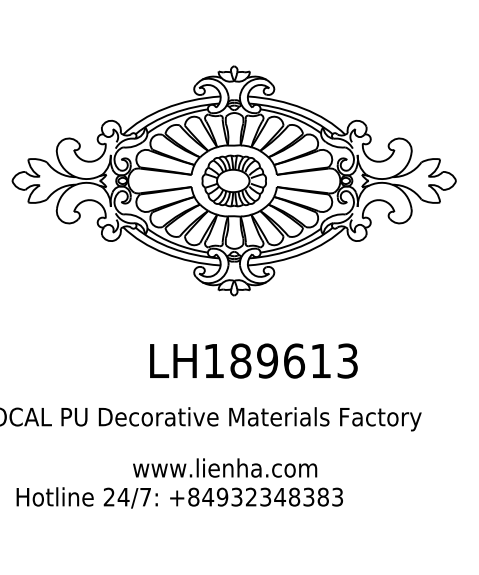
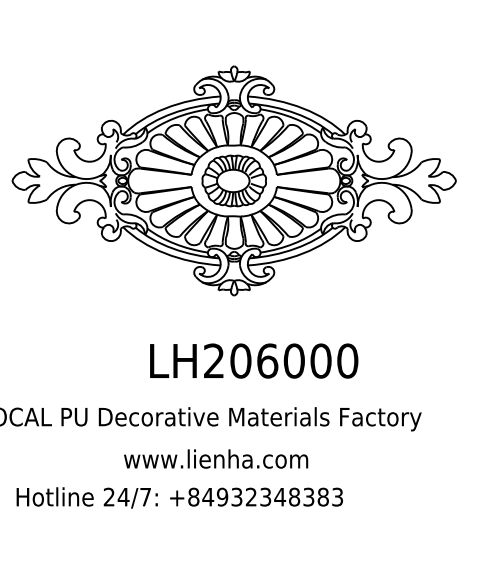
text at (281, 360): LH189613 -> LH206000
text at (225, 467) position: (225, 467) -> (216, 458)
